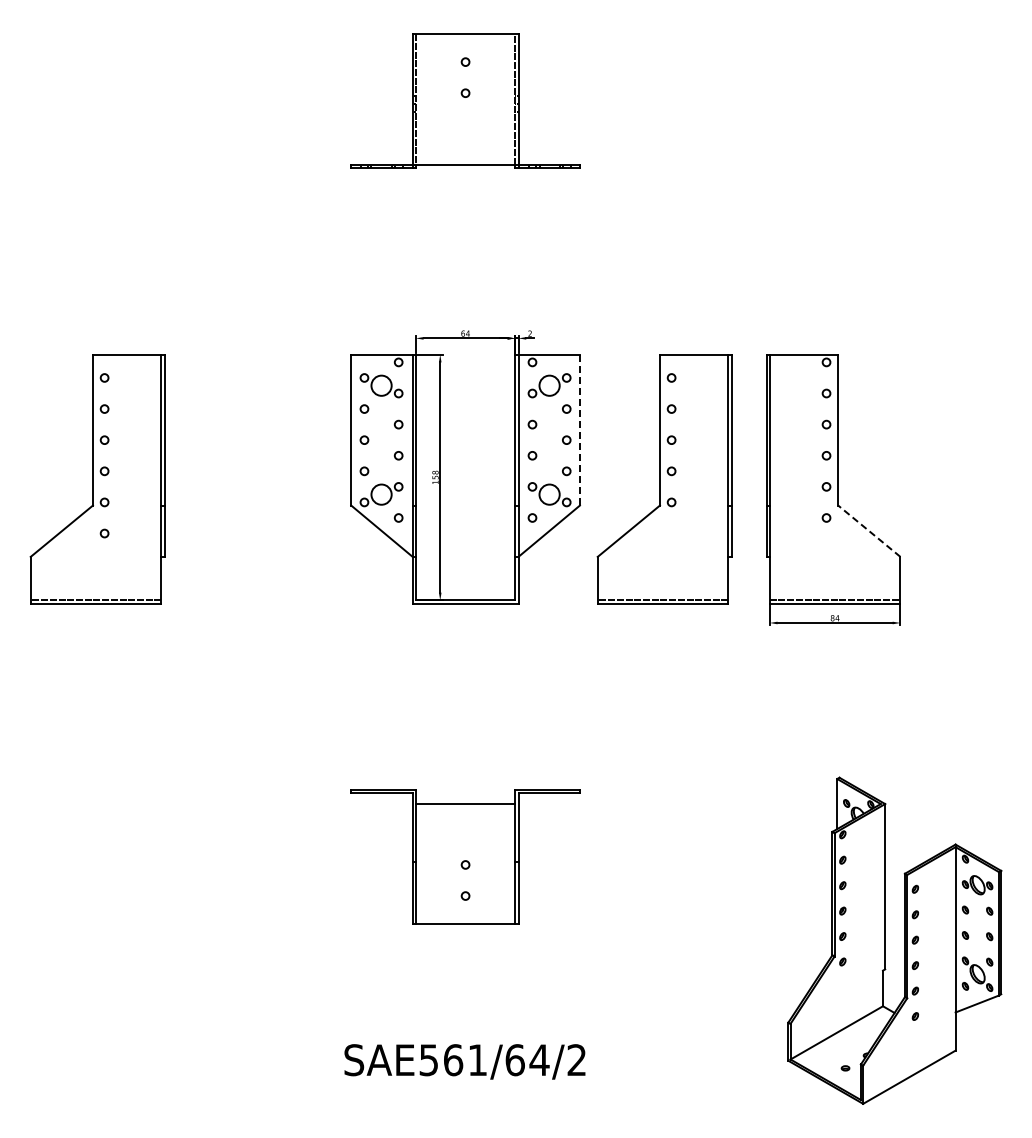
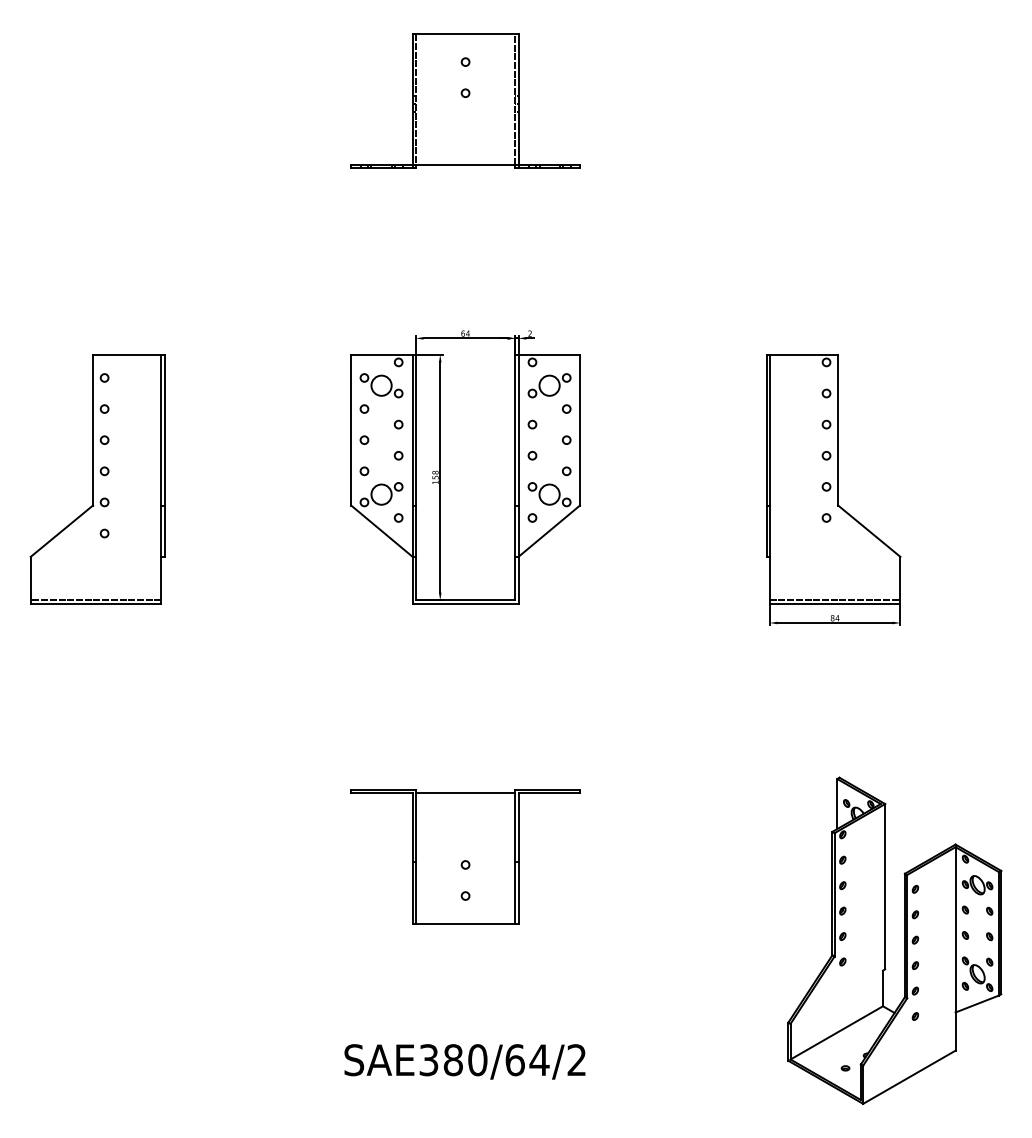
line at (579, 430): dashed -> solid
part at (664, 479): present -> none
line at (868, 530): dashed -> solid
line at (465, 804) position: (465, 804) -> (465, 793)
text at (453, 1060): SAE561/64/2 -> SAE380/64/2
